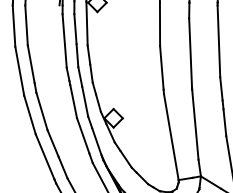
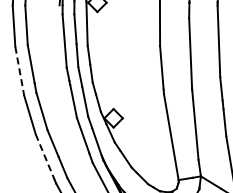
line at (19, 71): solid -> dashed
line at (45, 157): solid -> dashed
